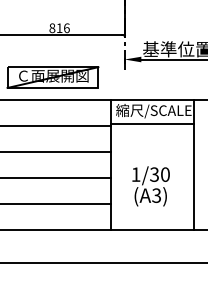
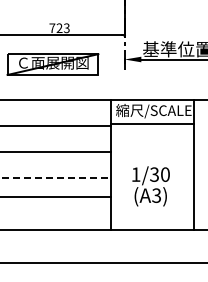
text at (59, 28): 816 -> 723
part at (52, 77) position: (52, 77) -> (52, 64)
line at (56, 177): solid -> dashed
line at (56, 203) position: (56, 203) -> (56, 196)
